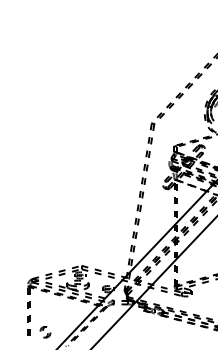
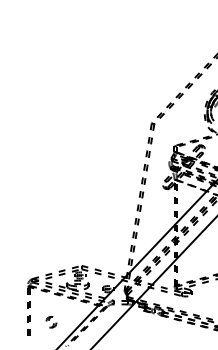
part at (45, 332) position: (45, 332) -> (51, 322)
